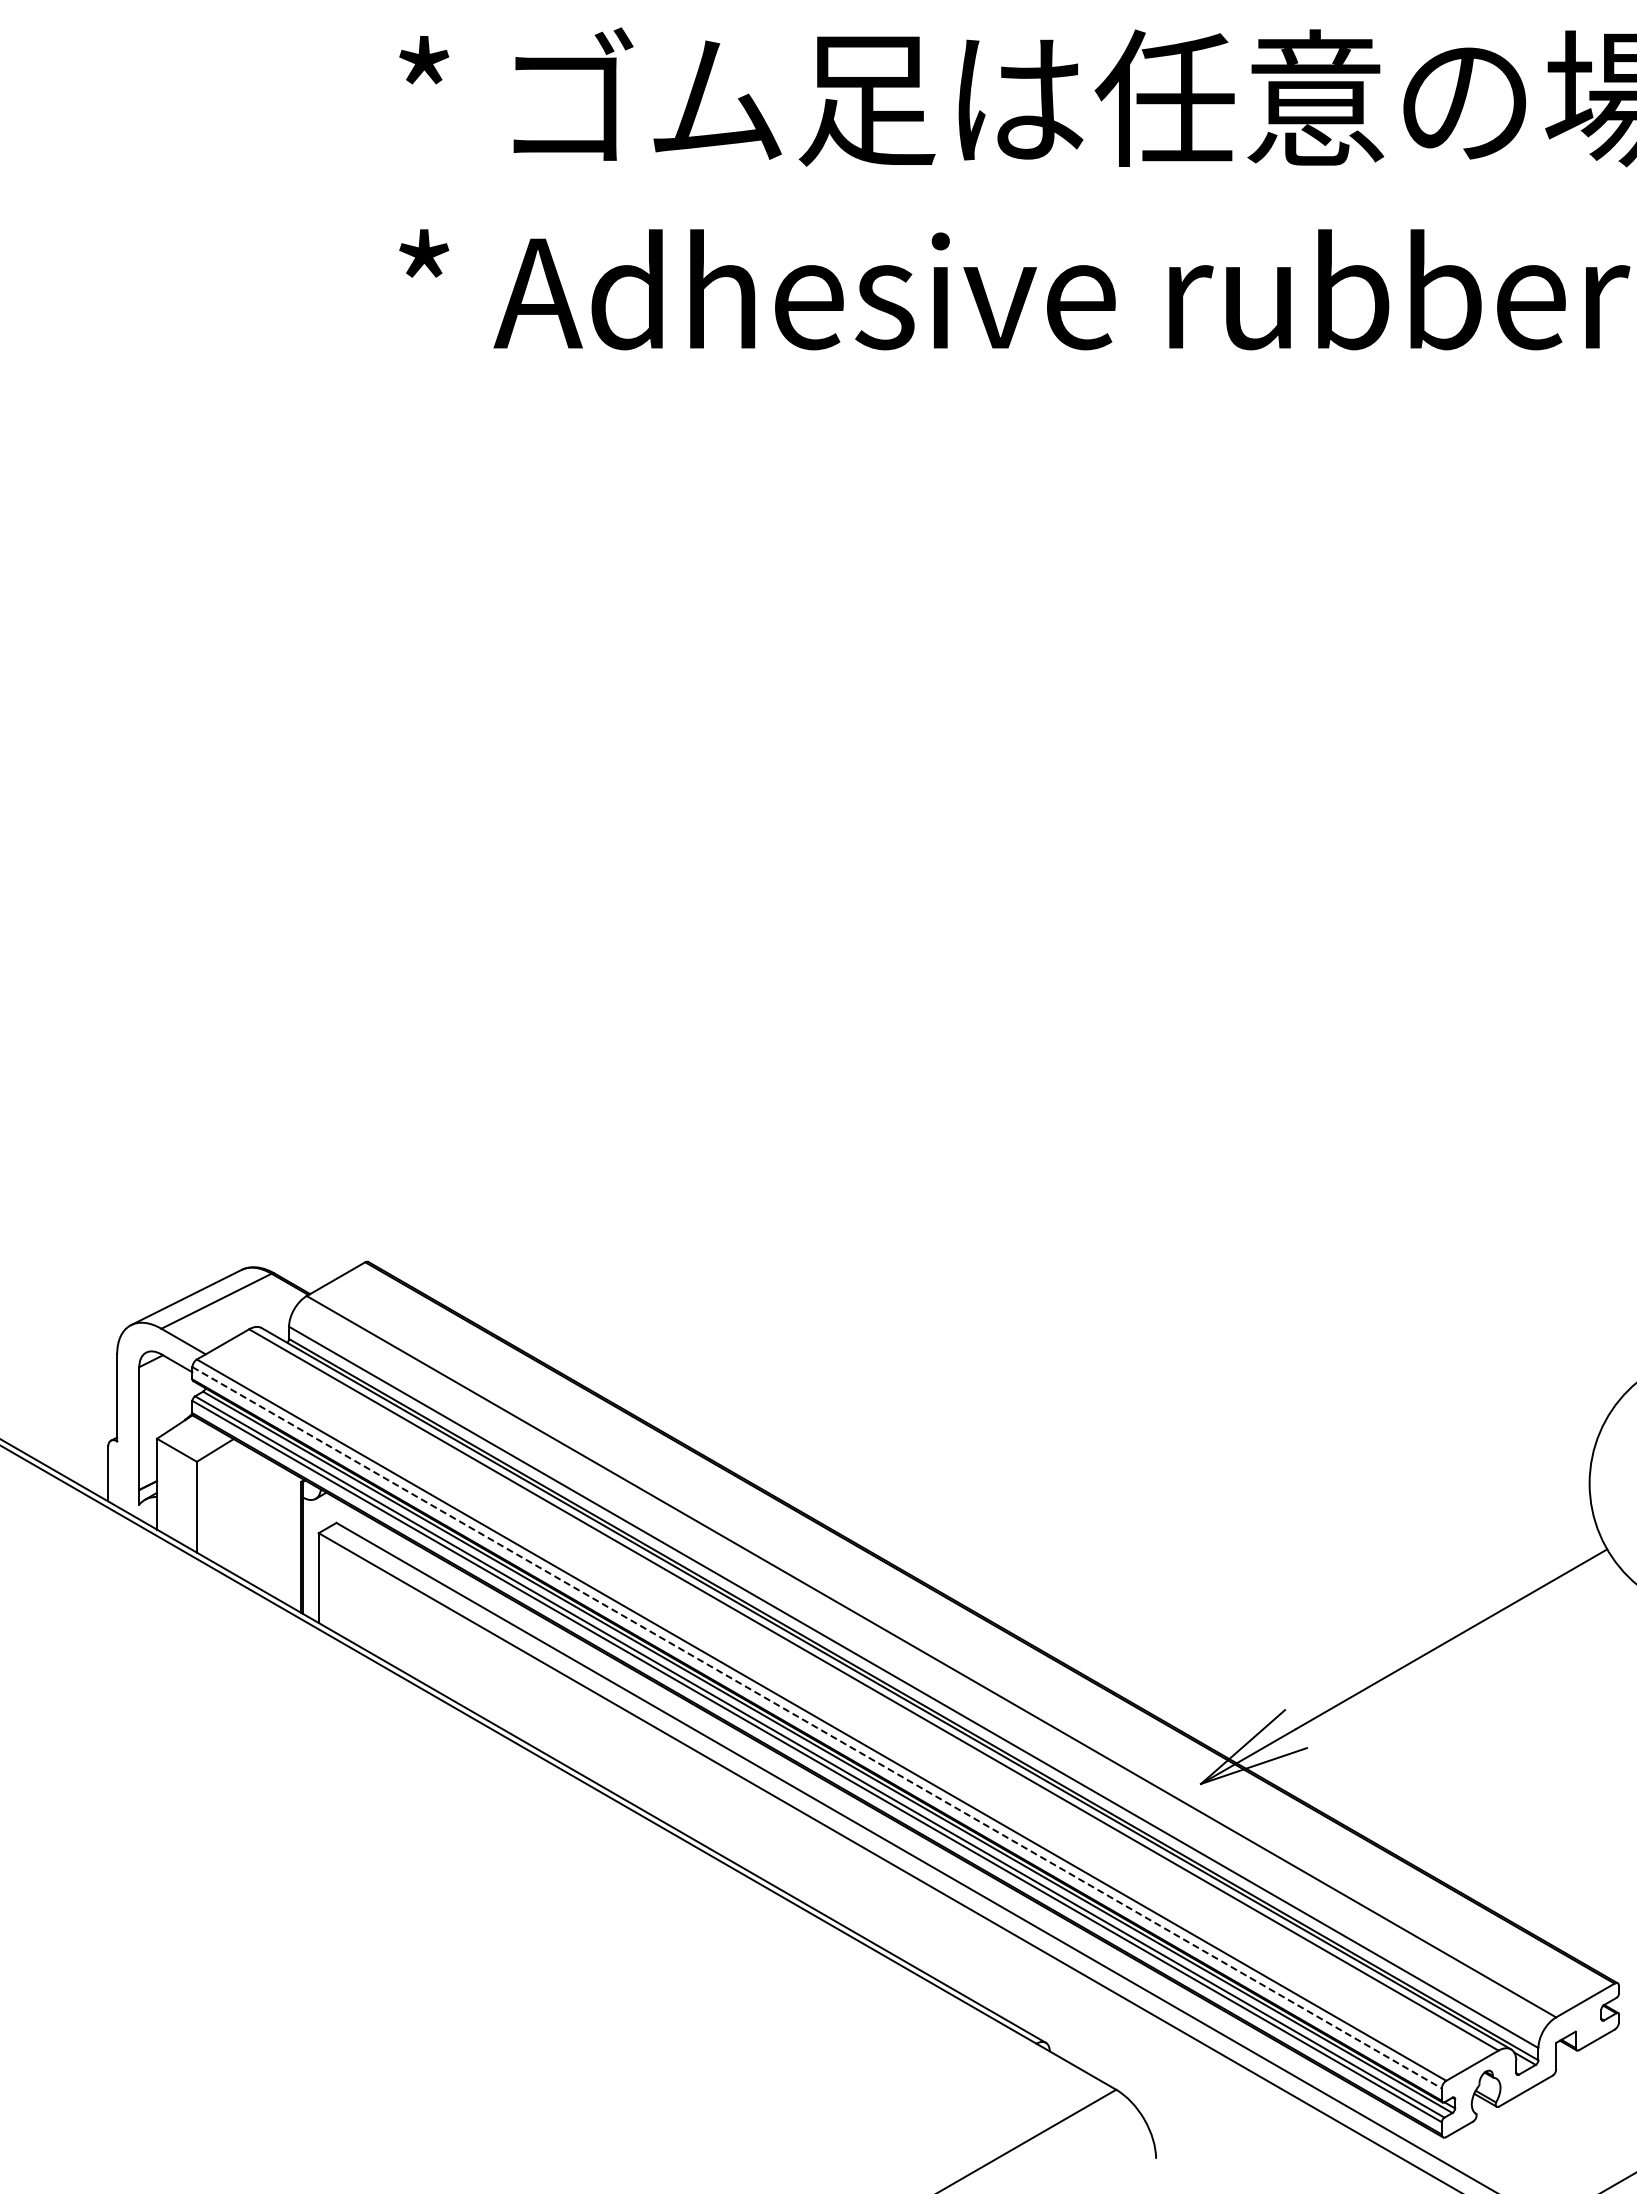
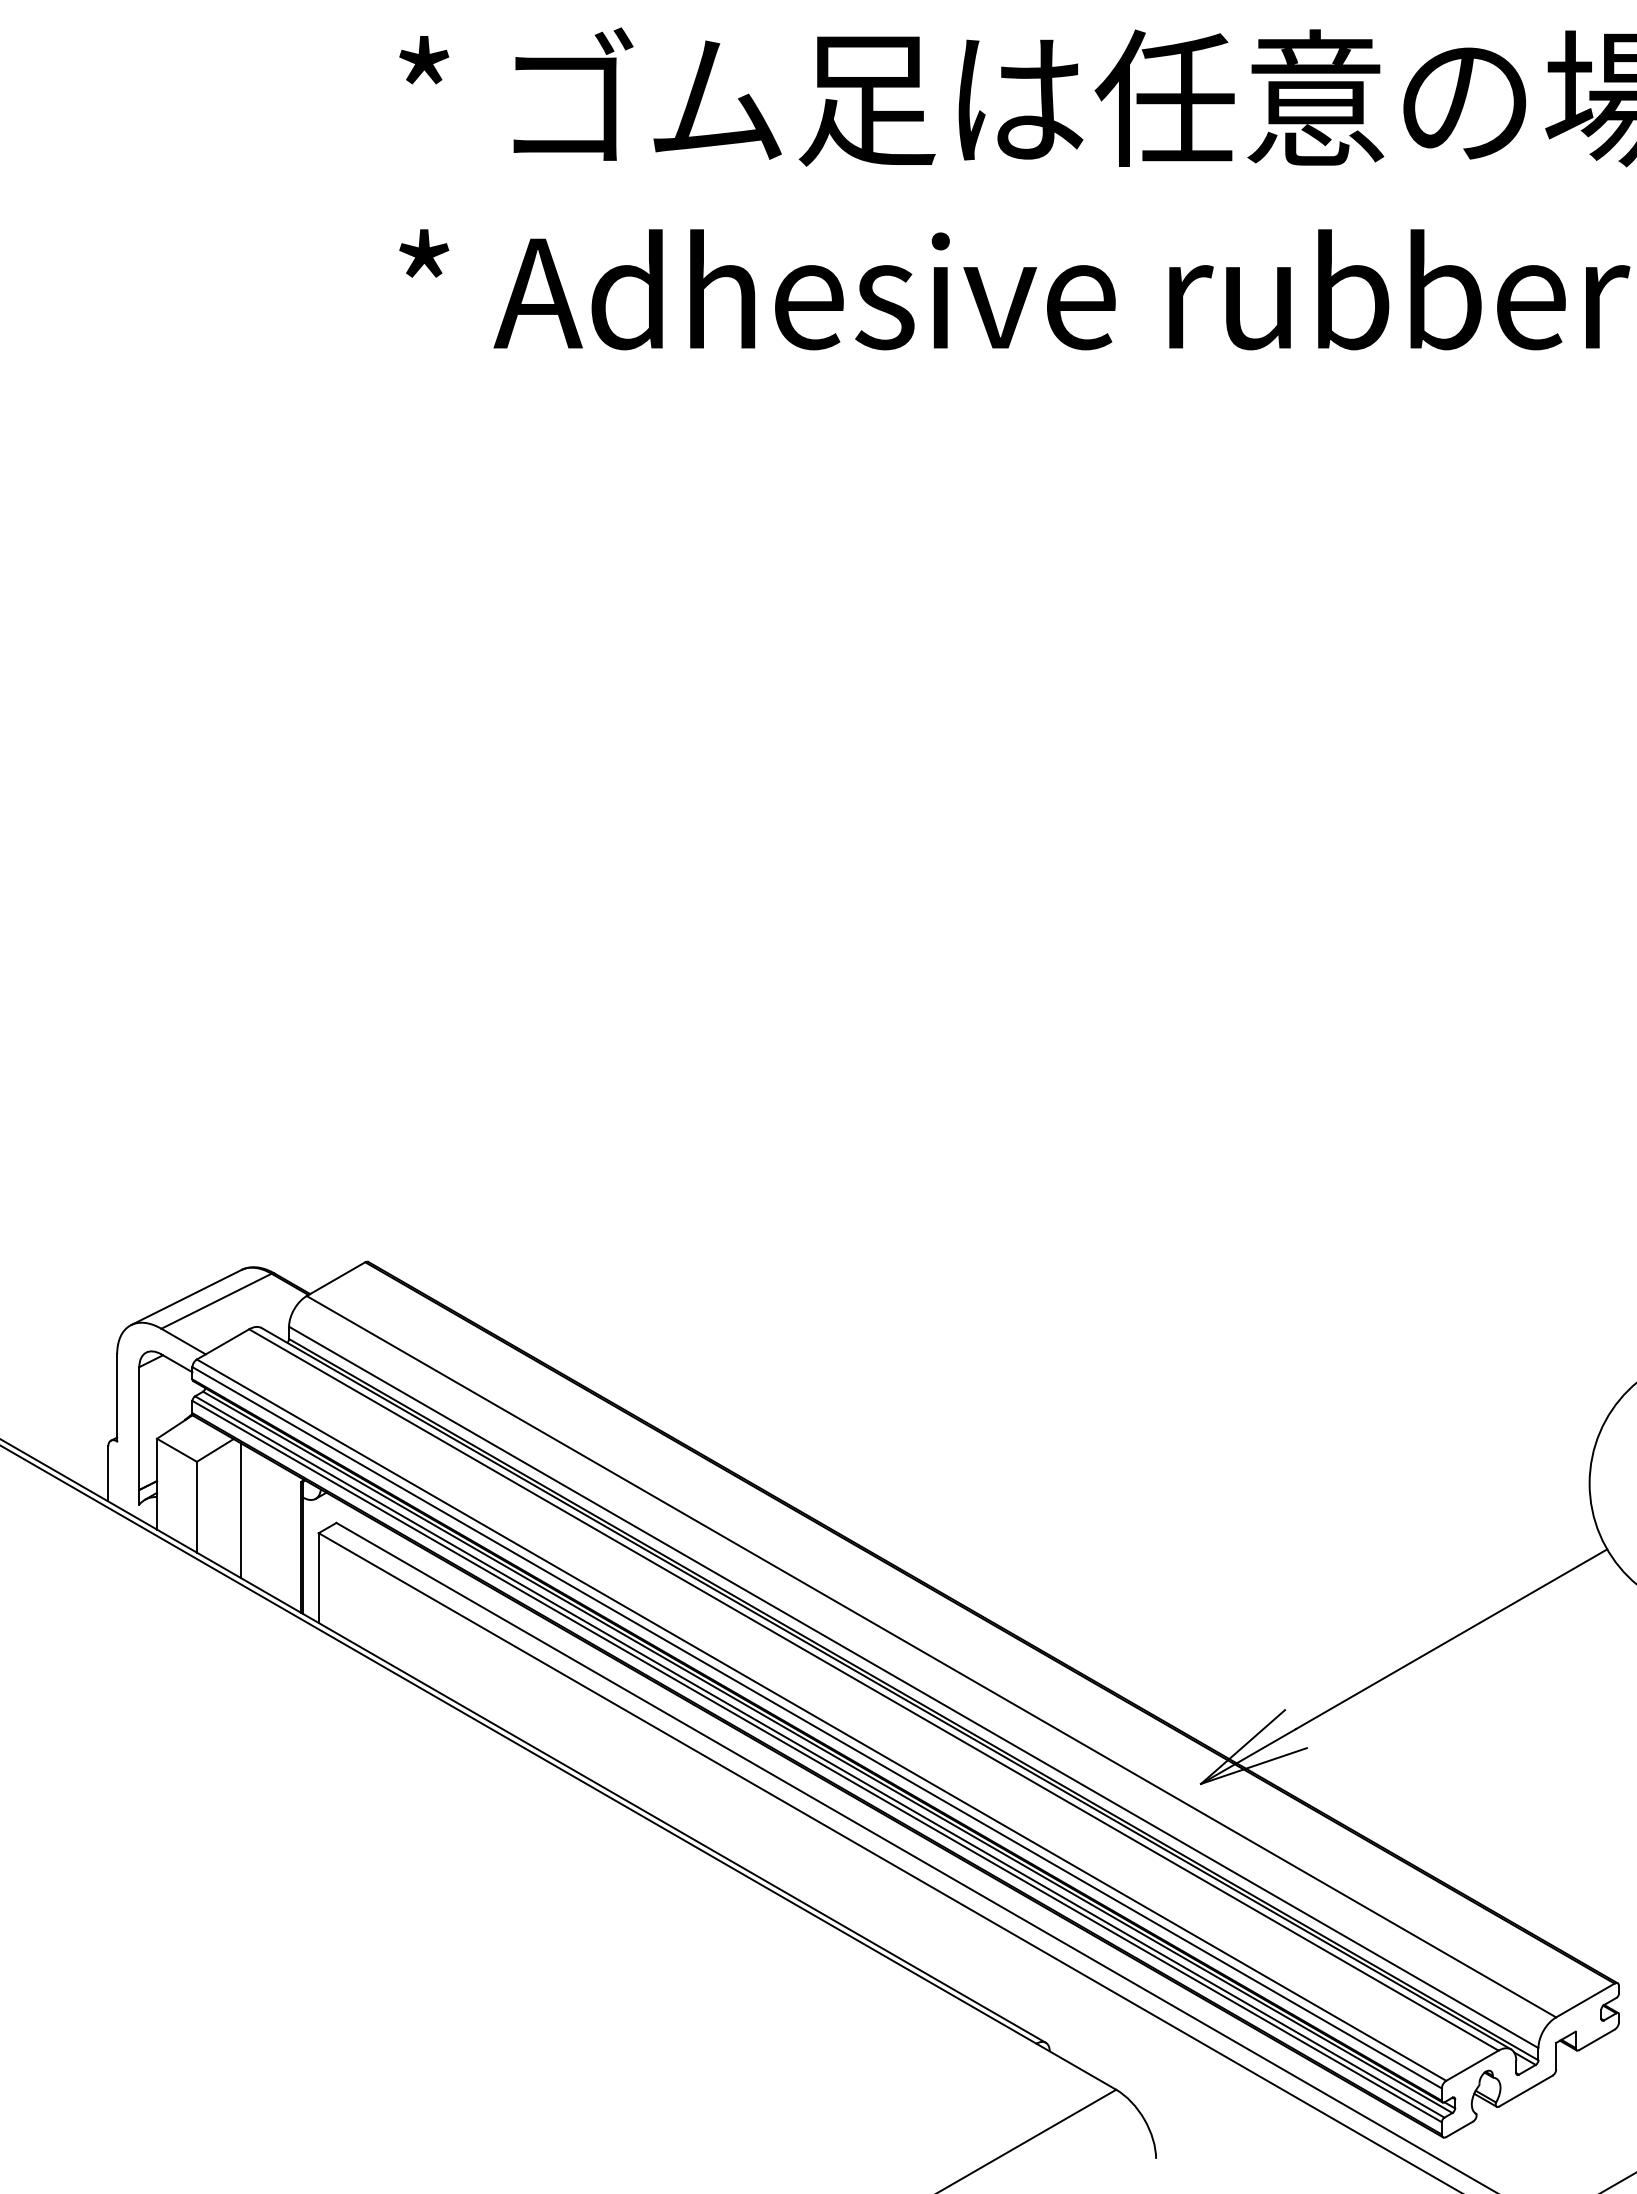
line at (241, 1510): none -> present
line at (817, 1728): dashed -> solid
